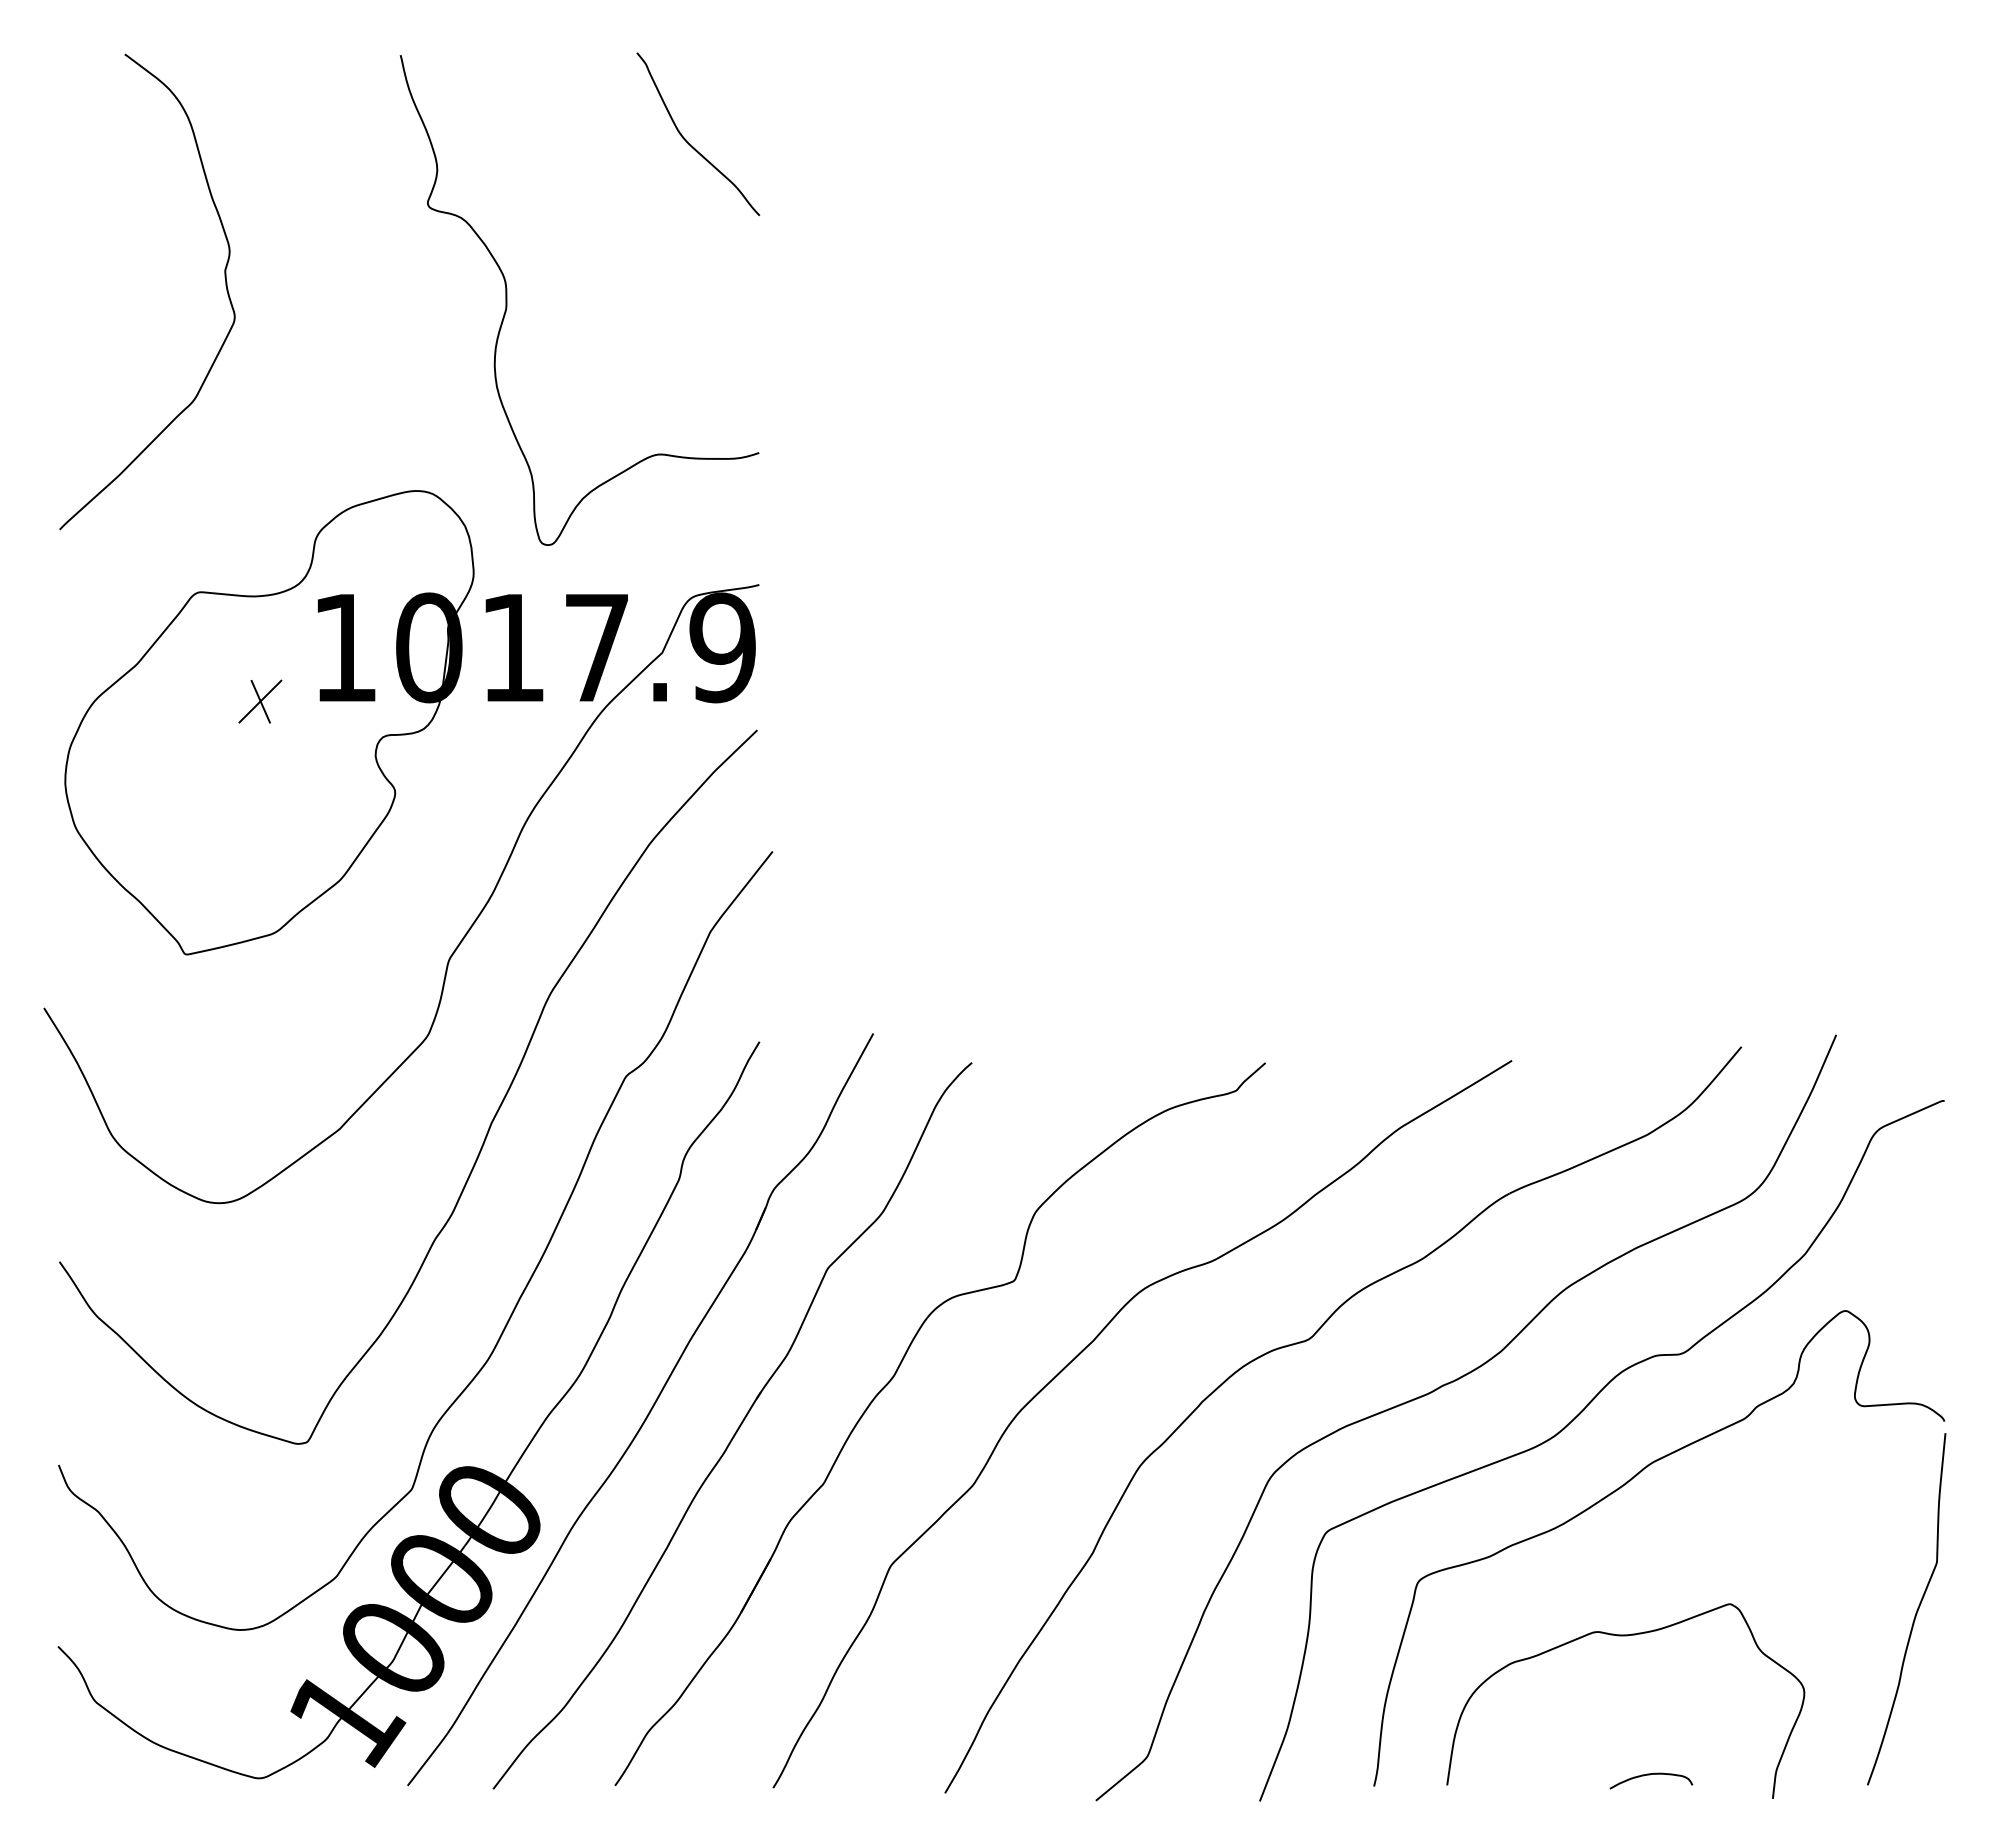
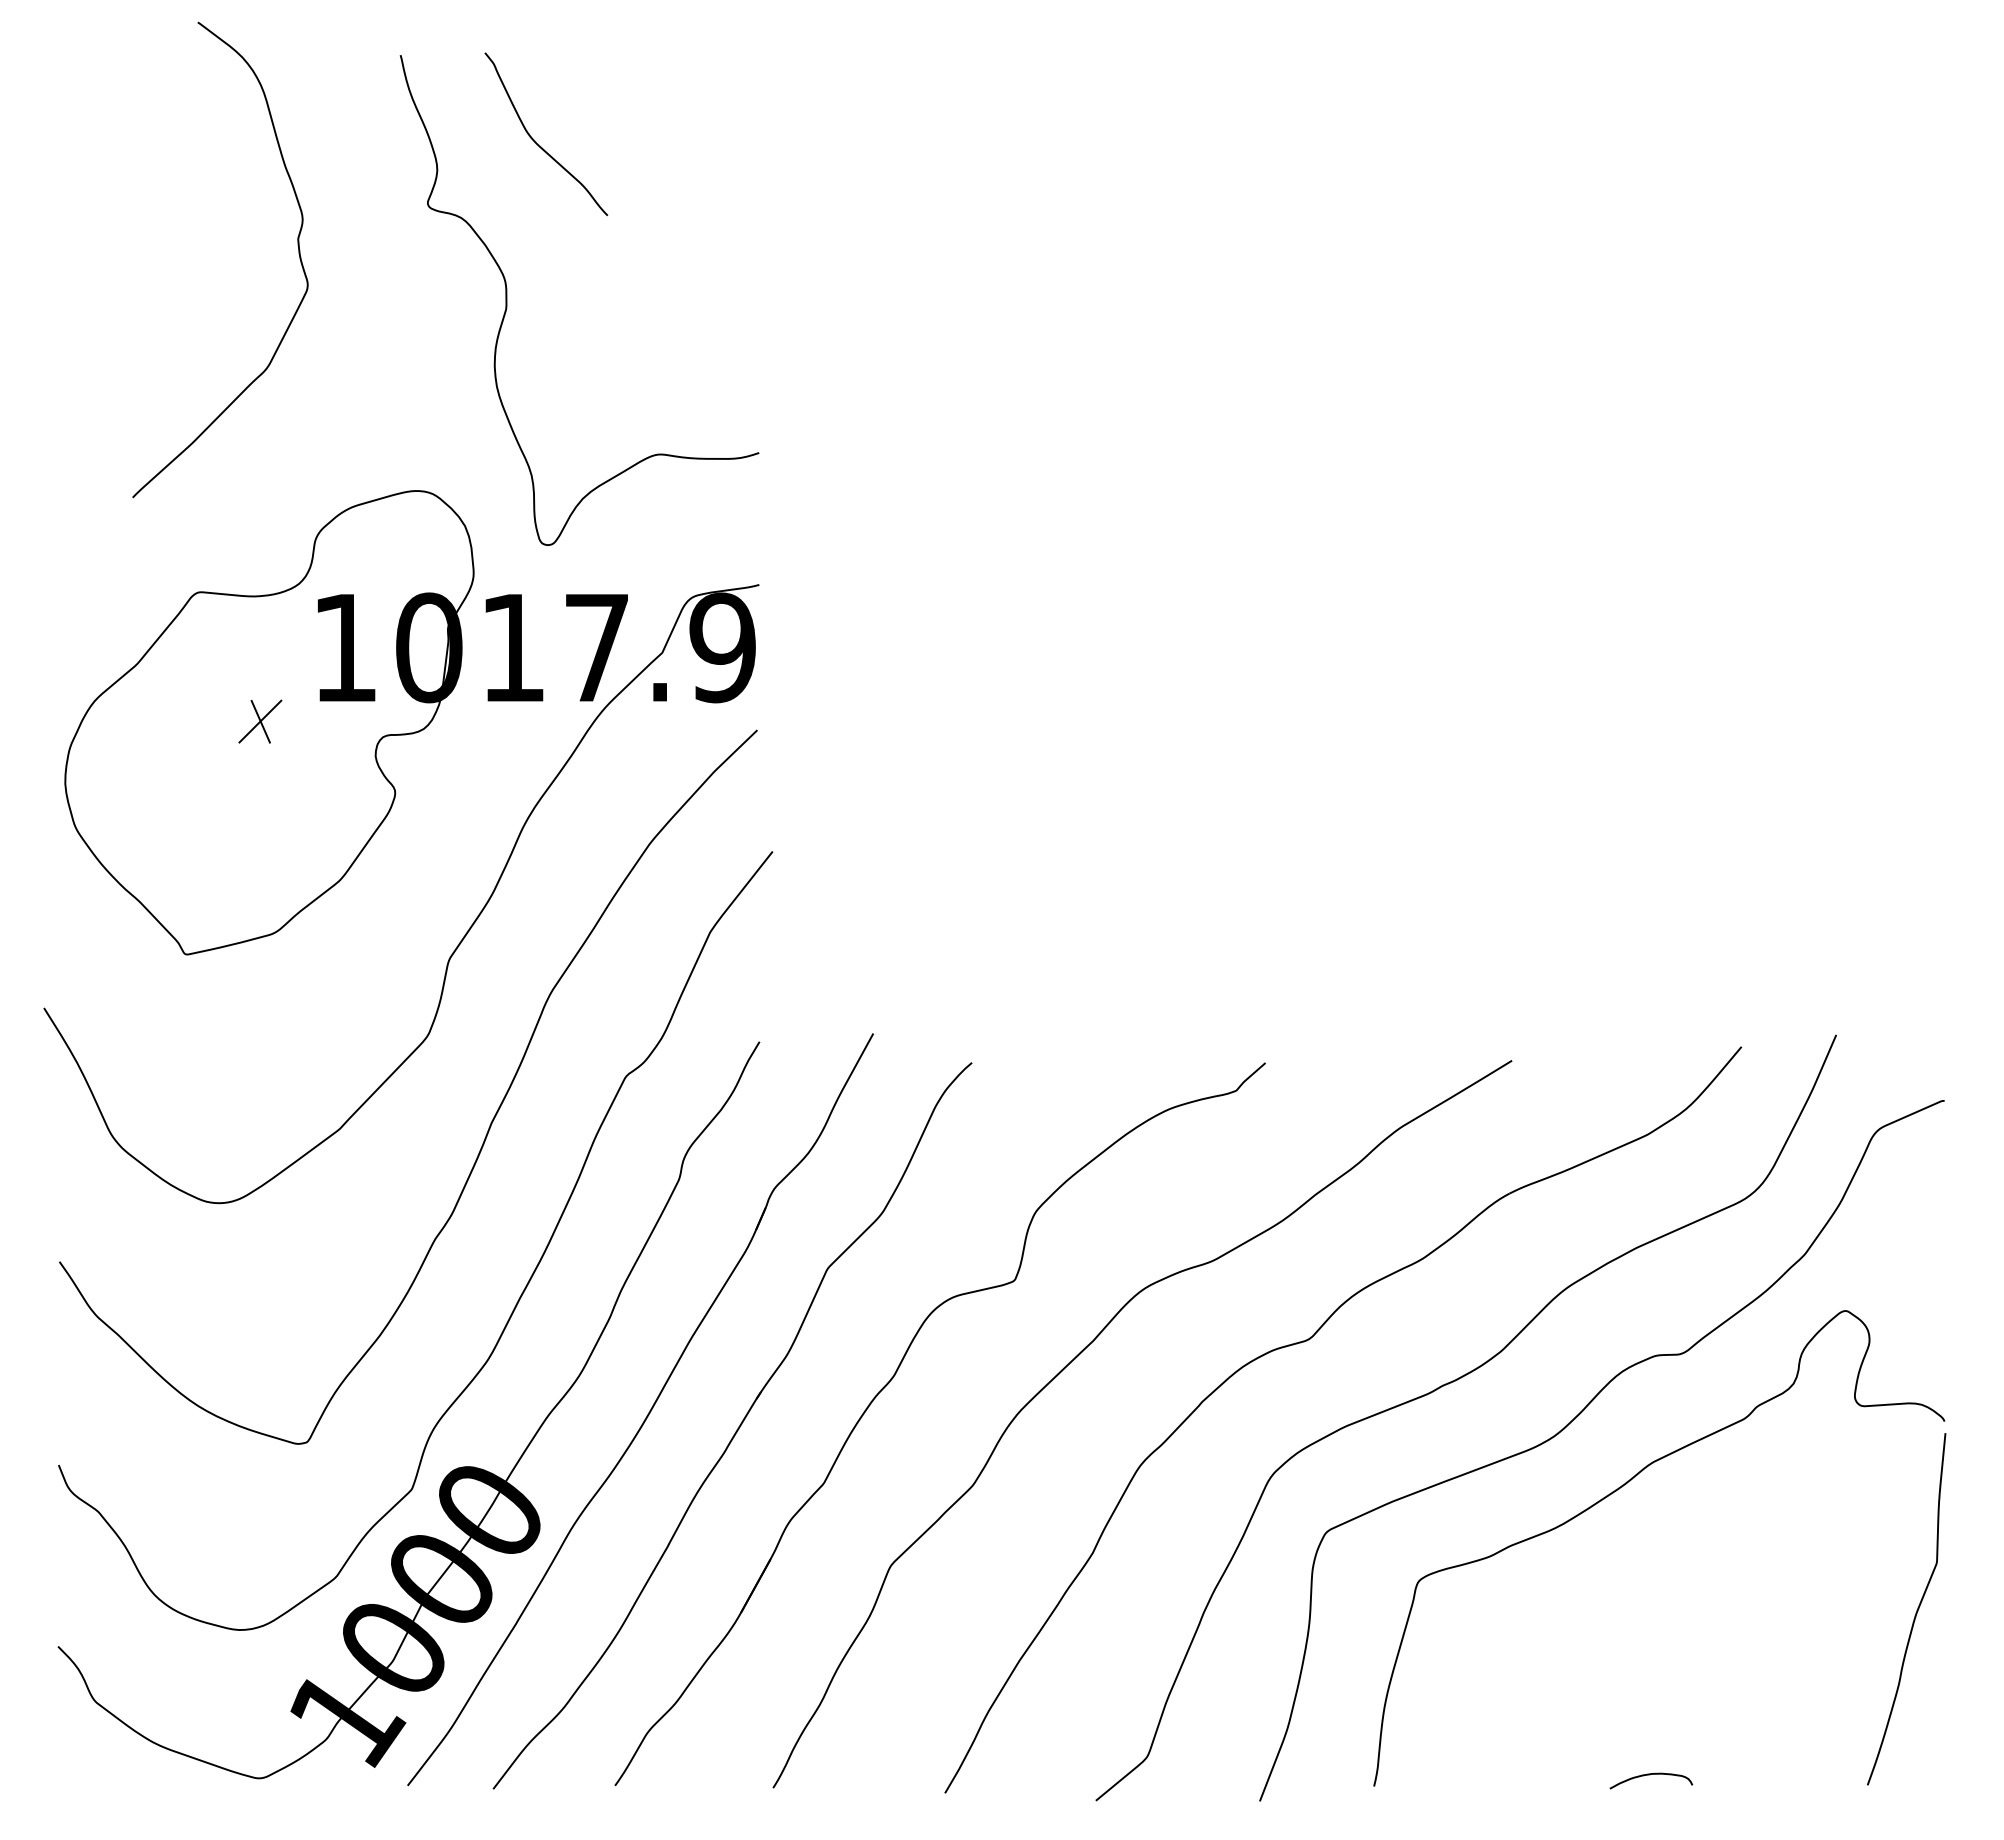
curve at (686, 139) position: (686, 139) -> (534, 139)
curve at (225, 286) position: (225, 286) -> (298, 254)
part at (260, 701) position: (260, 701) -> (260, 721)
curve at (1625, 1636): present -> none
